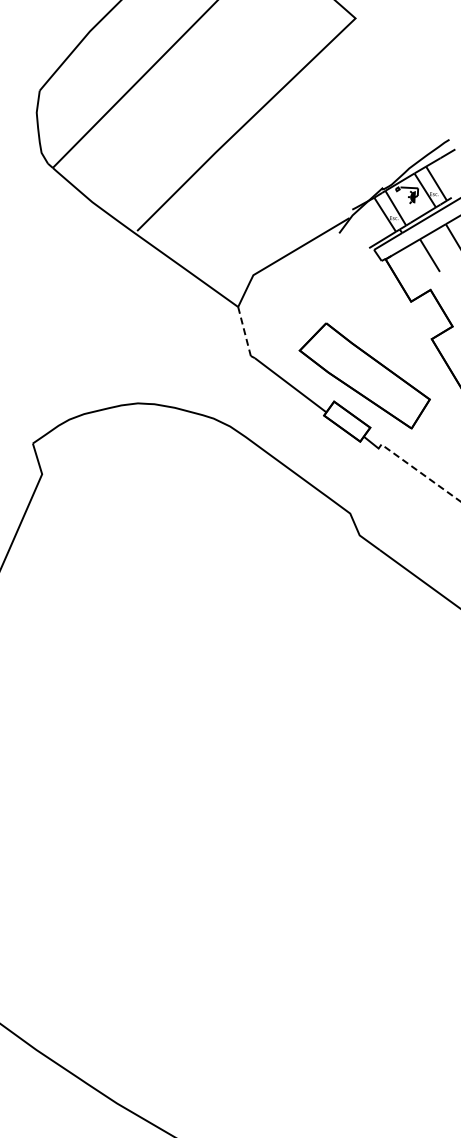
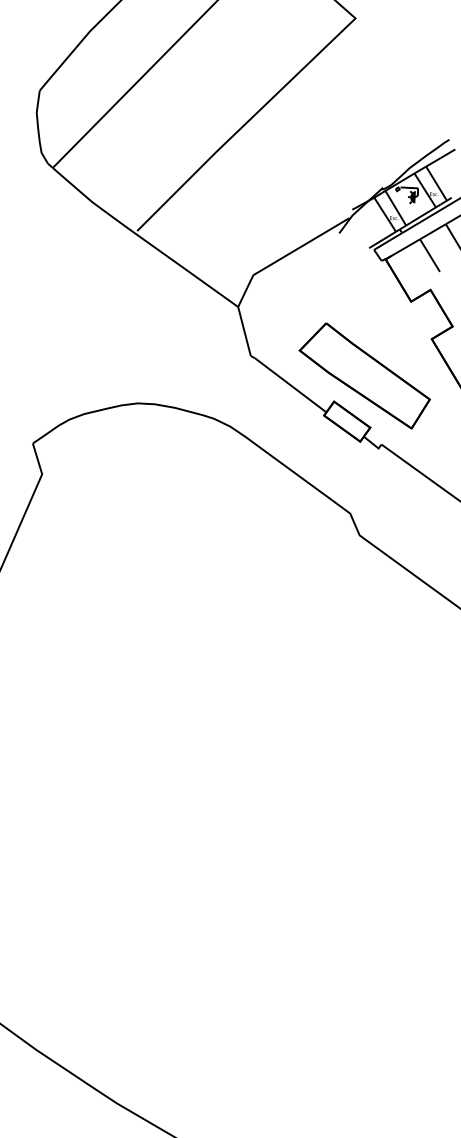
line at (244, 332): dashed -> solid
line at (421, 473): dashed -> solid
